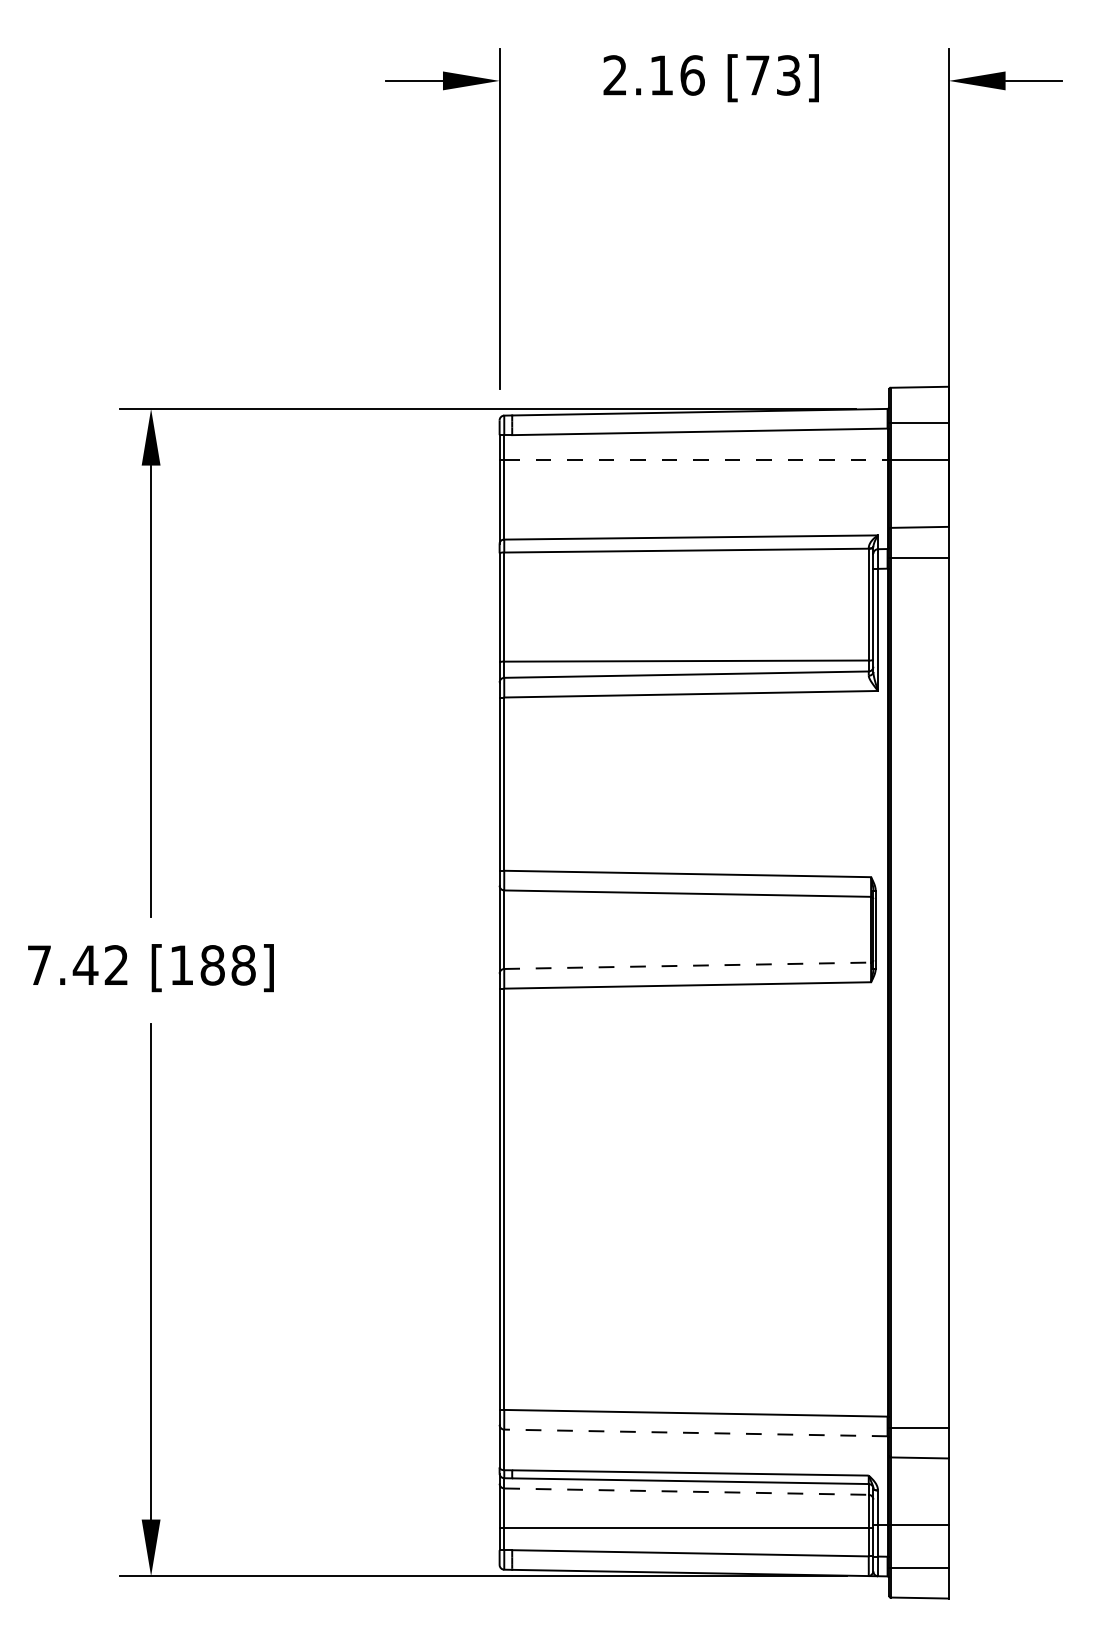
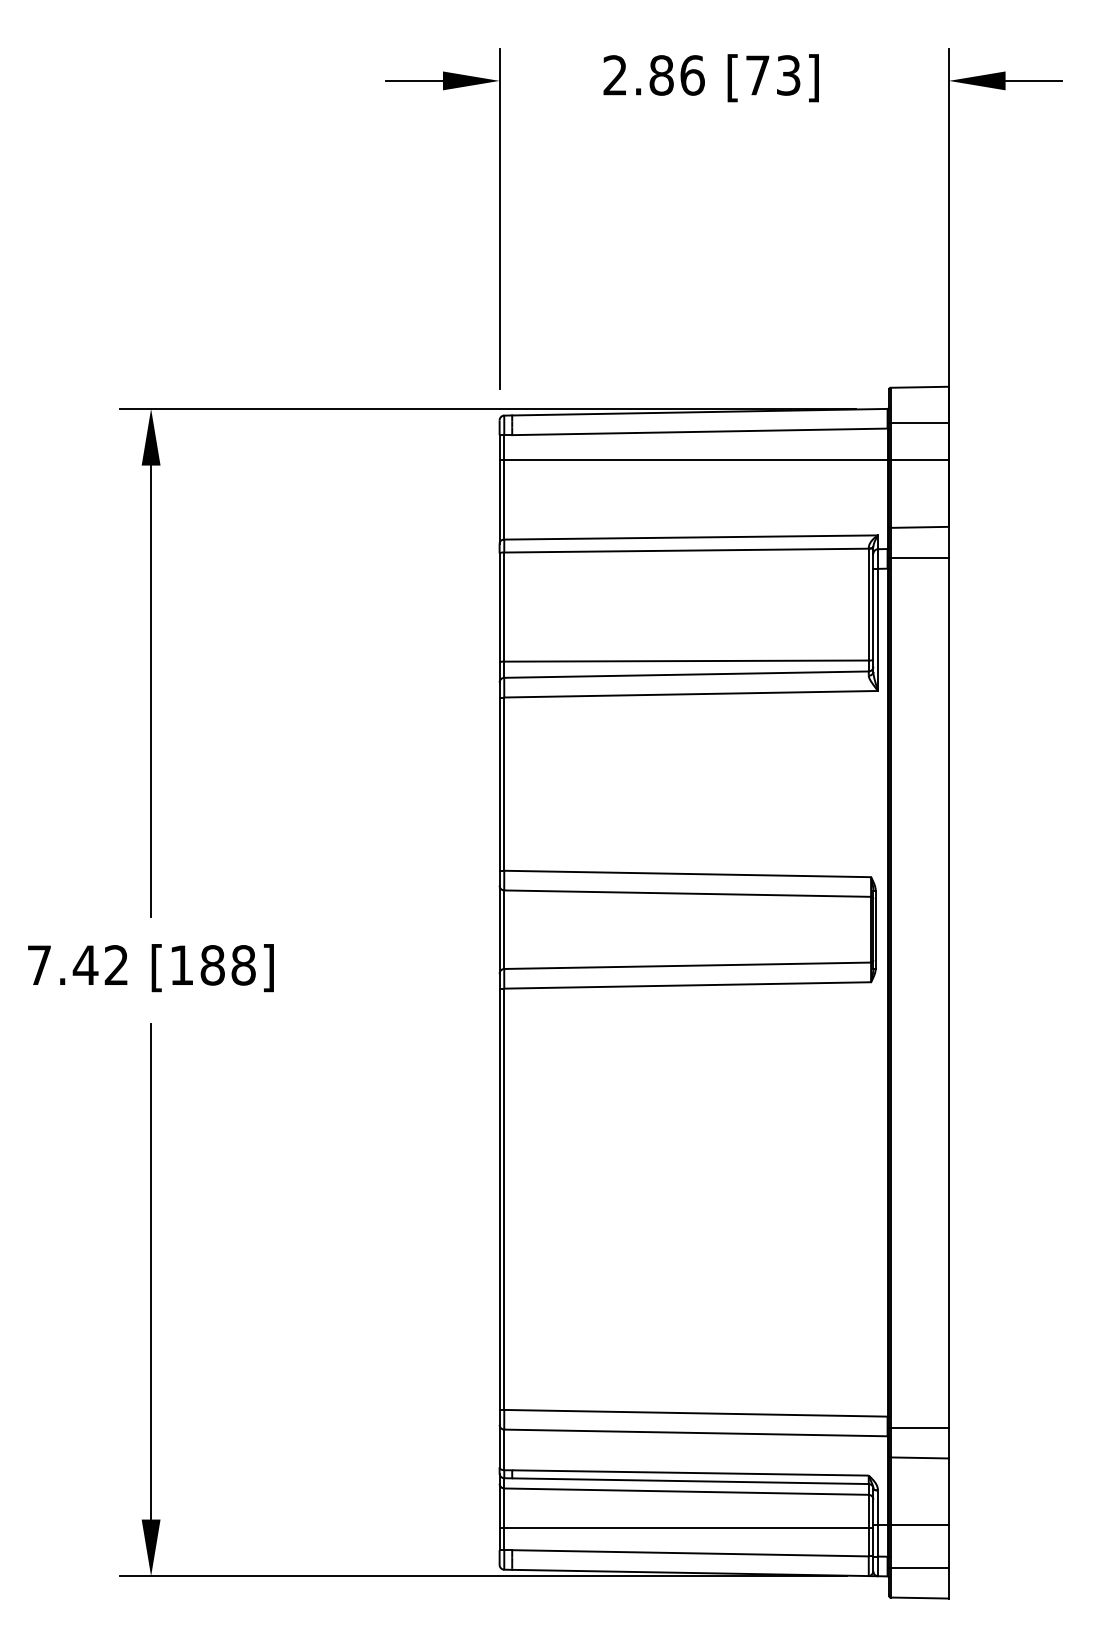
text at (661, 75): 2.16 -> 2.86
line at (695, 460): dashed -> solid
line at (688, 965): dashed -> solid
line at (695, 1432): dashed -> solid
line at (687, 1491): dashed -> solid
